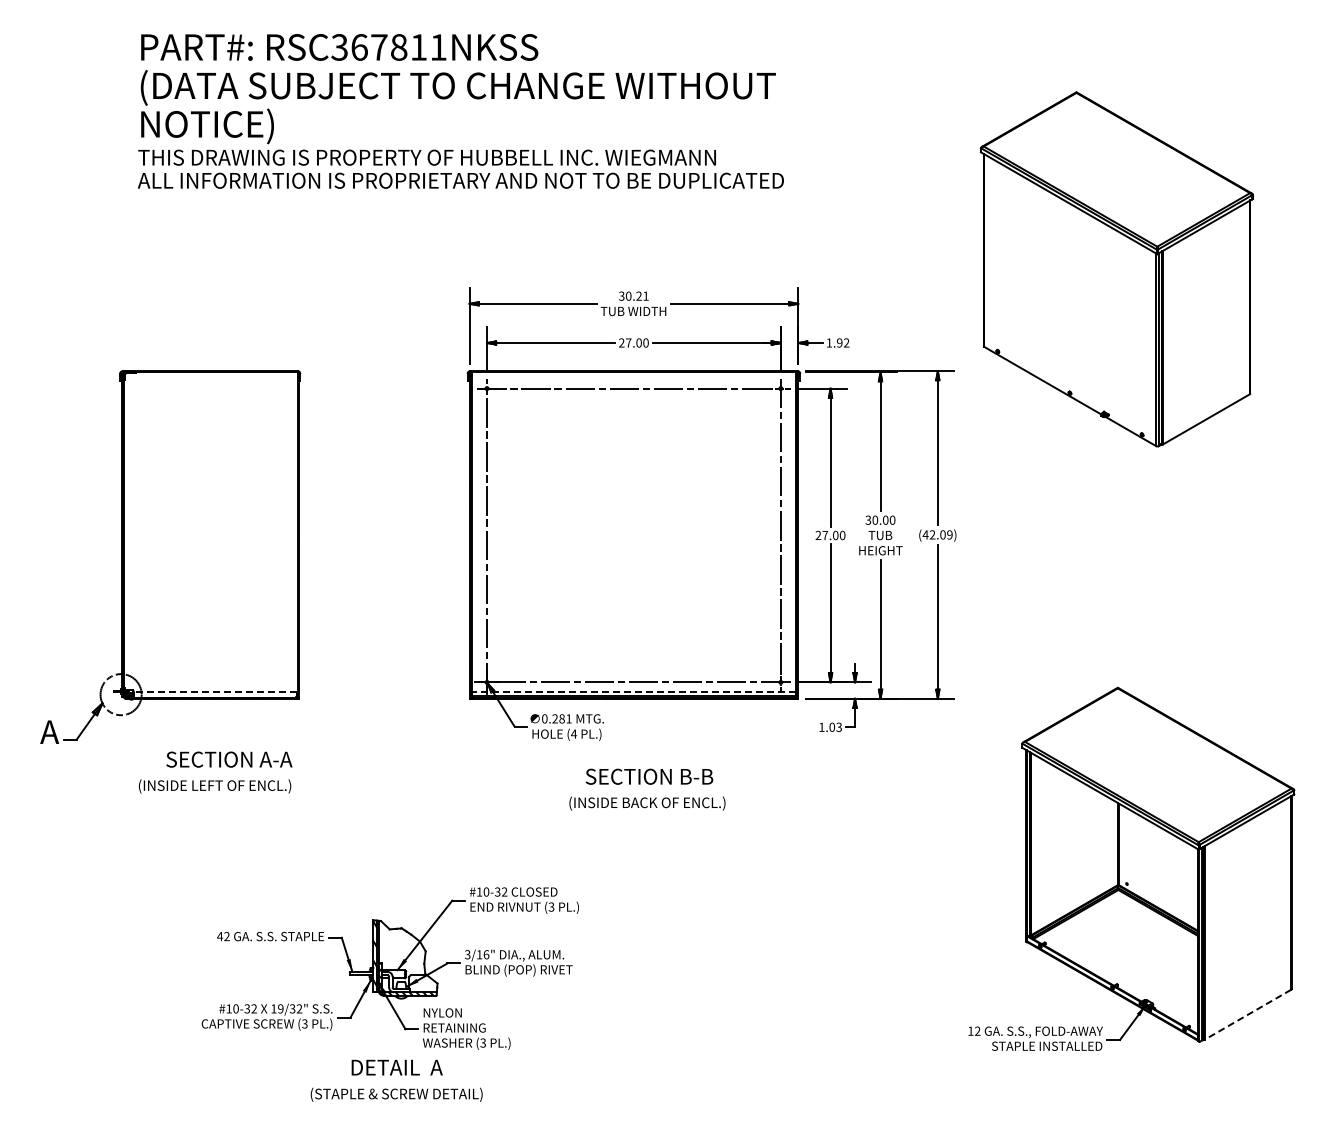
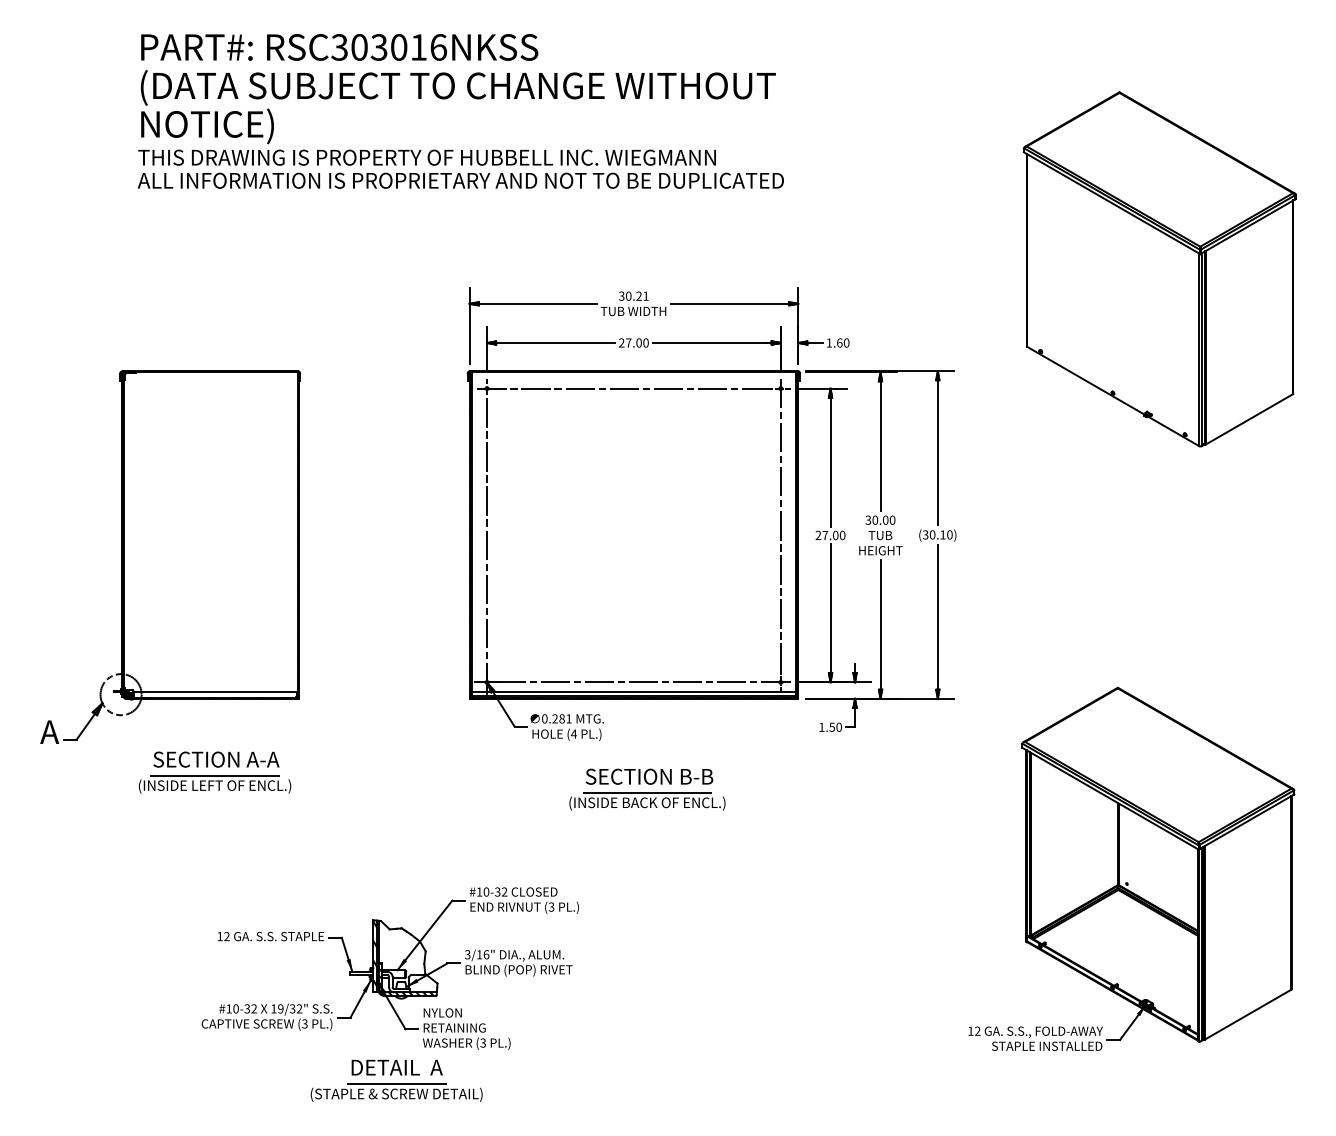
text at (399, 47): RSC367811NKSS -> RSC303016NKSS
part at (1116, 269) position: (1116, 269) -> (1159, 269)
text at (843, 342): 1.92 -> 1.60
text at (937, 534): (42.09) -> (30.10)
line at (215, 691): dashed -> solid
line at (633, 691): dashed -> solid
text at (835, 726): 1.03 -> 1.50
text at (229, 759) position: (229, 759) -> (216, 759)
line at (215, 775): none -> present
line at (647, 792): none -> present
text at (220, 936): 42 -> 12
line at (1247, 1014): dashed -> solid
line at (396, 1083): none -> present
